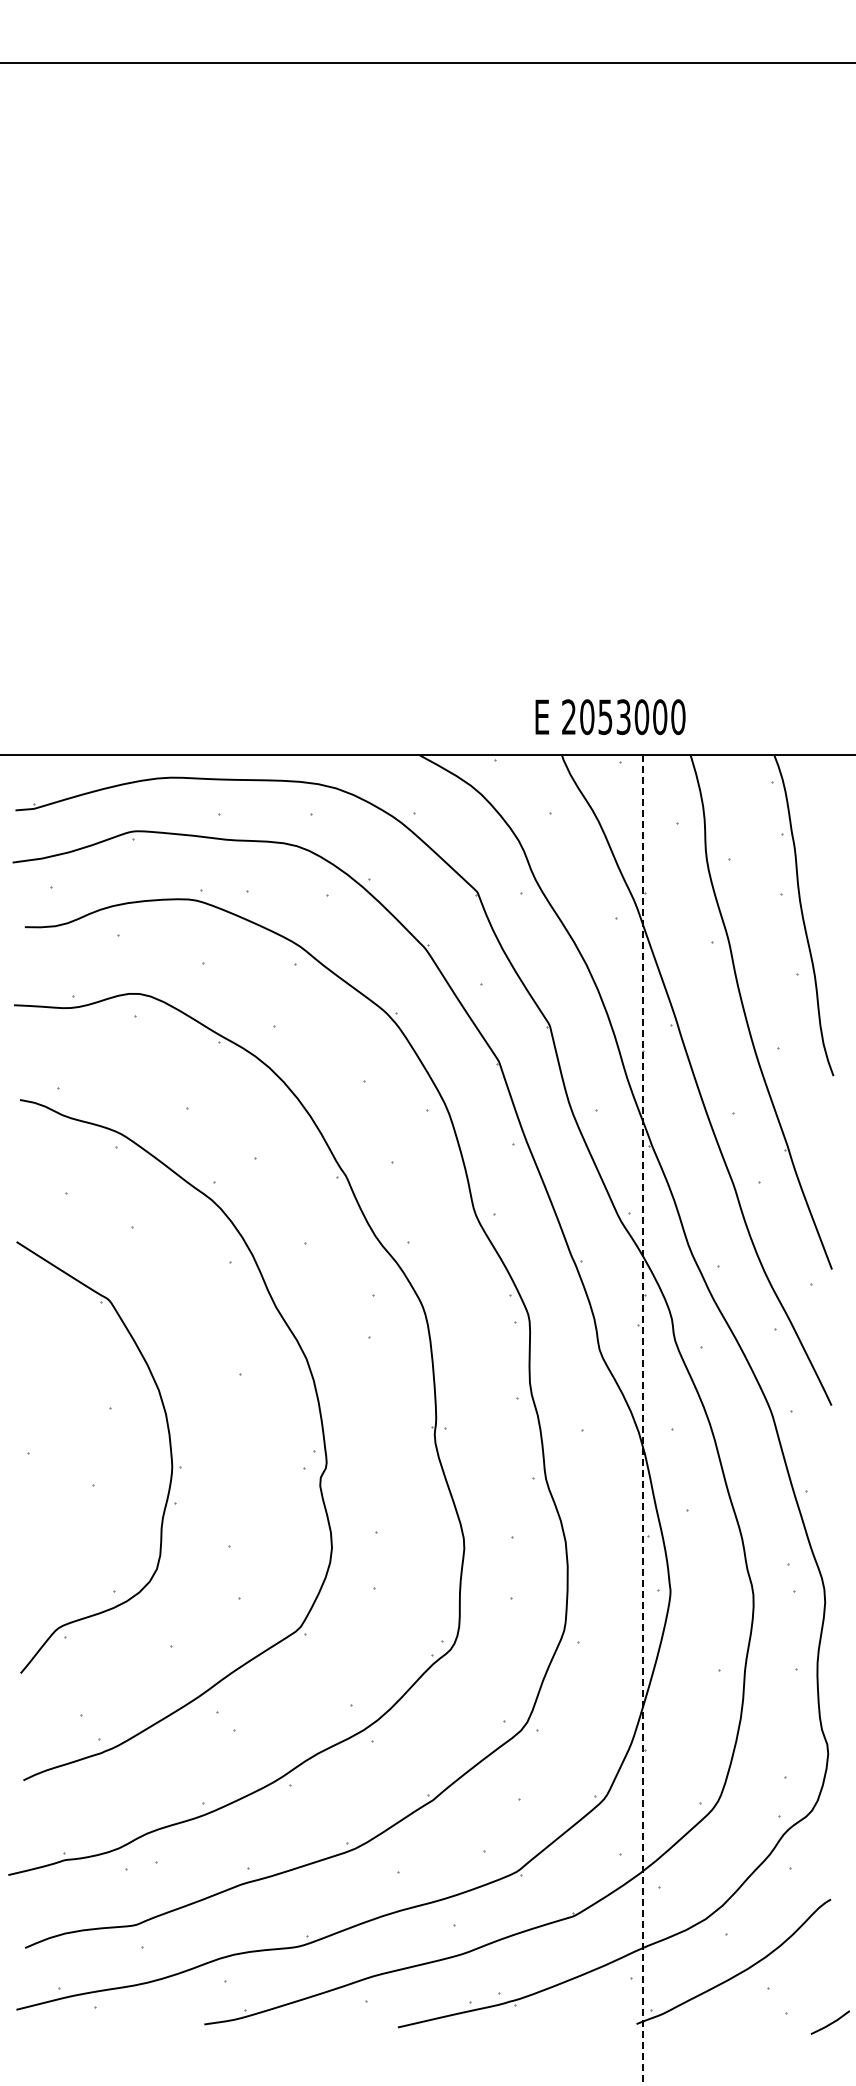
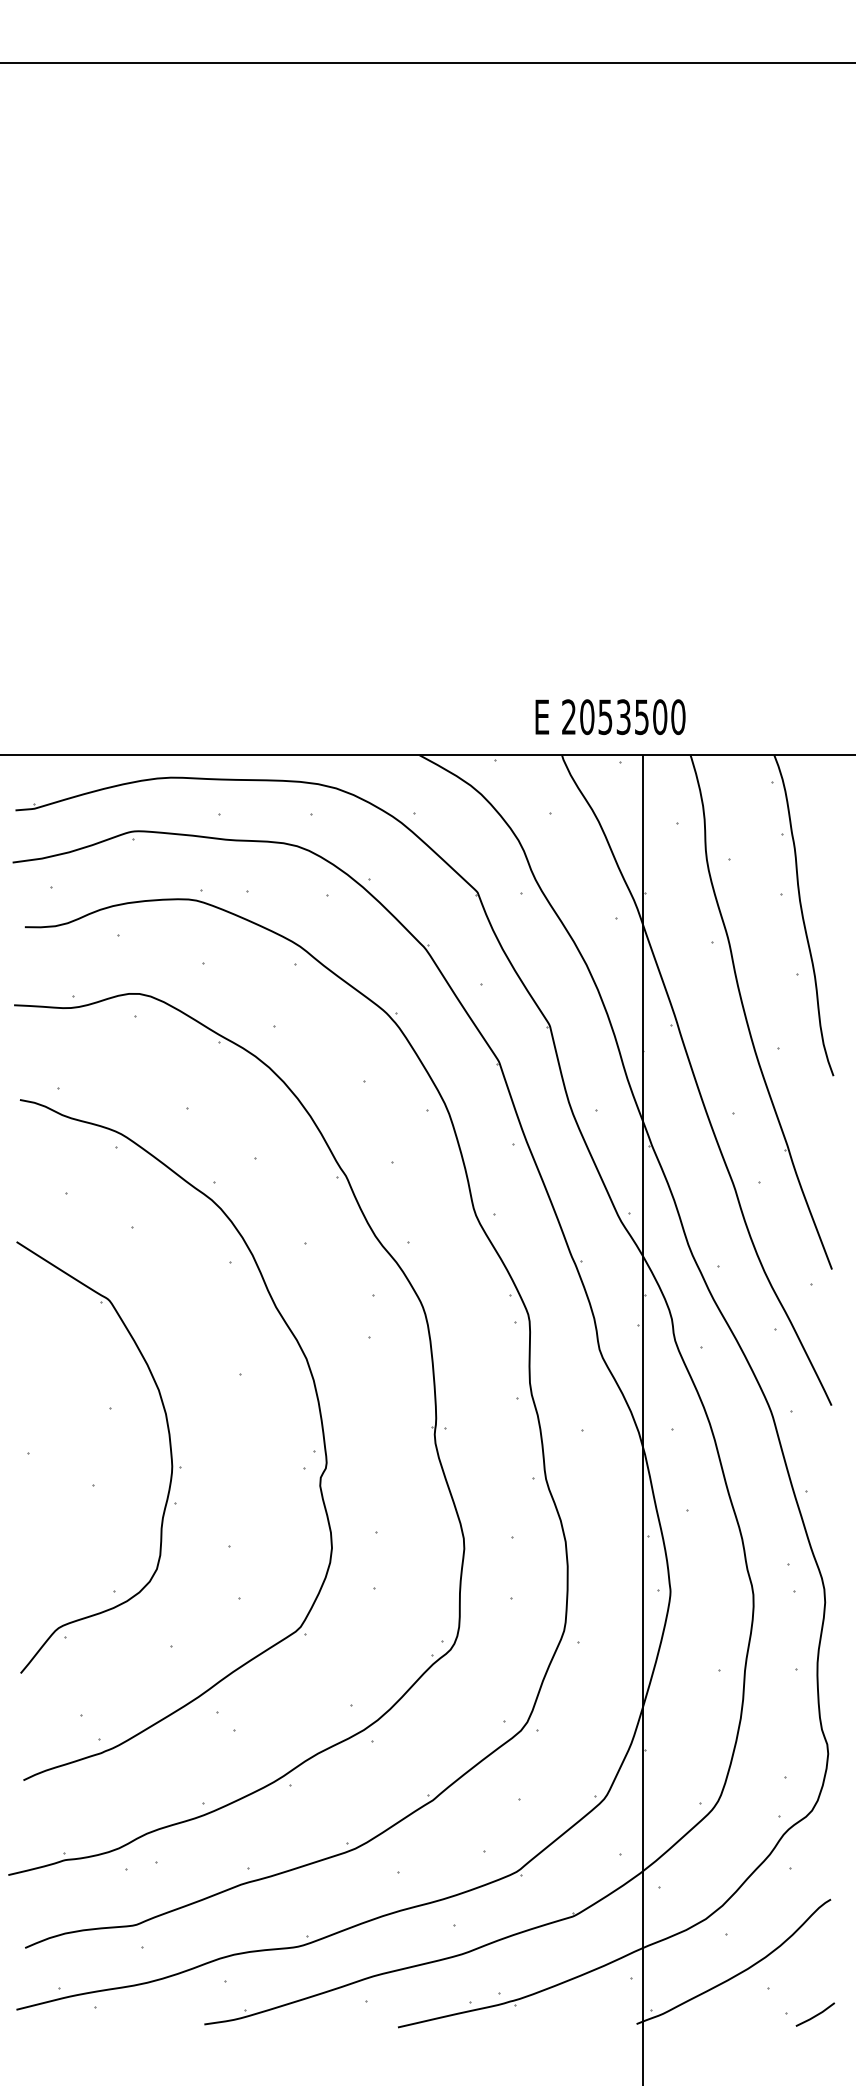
text at (641, 717): 2053000 -> 2053500
line at (642, 1420): dashed -> solid
line at (831, 2022) position: (831, 2022) -> (816, 2014)
